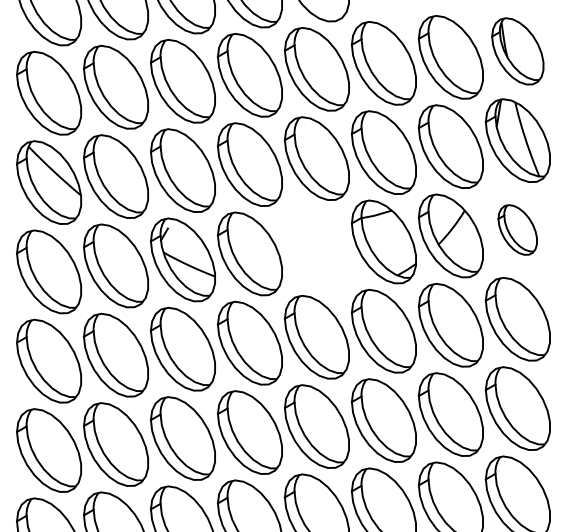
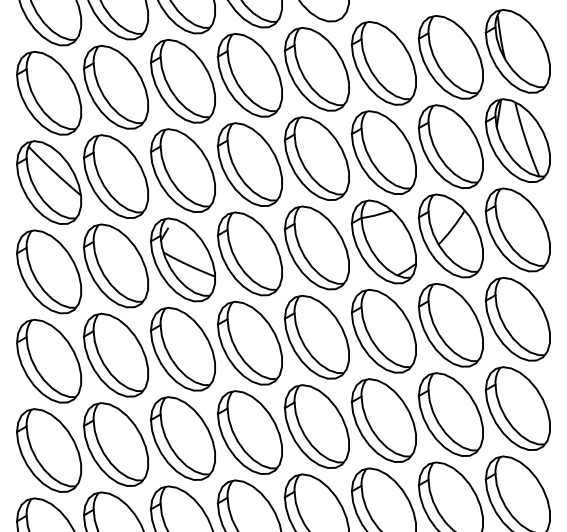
part at (517, 51) size: 54x69 px -> 67x85 px
part at (517, 229) size: 41x52 px -> 67x86 px
part at (316, 247): none -> present
